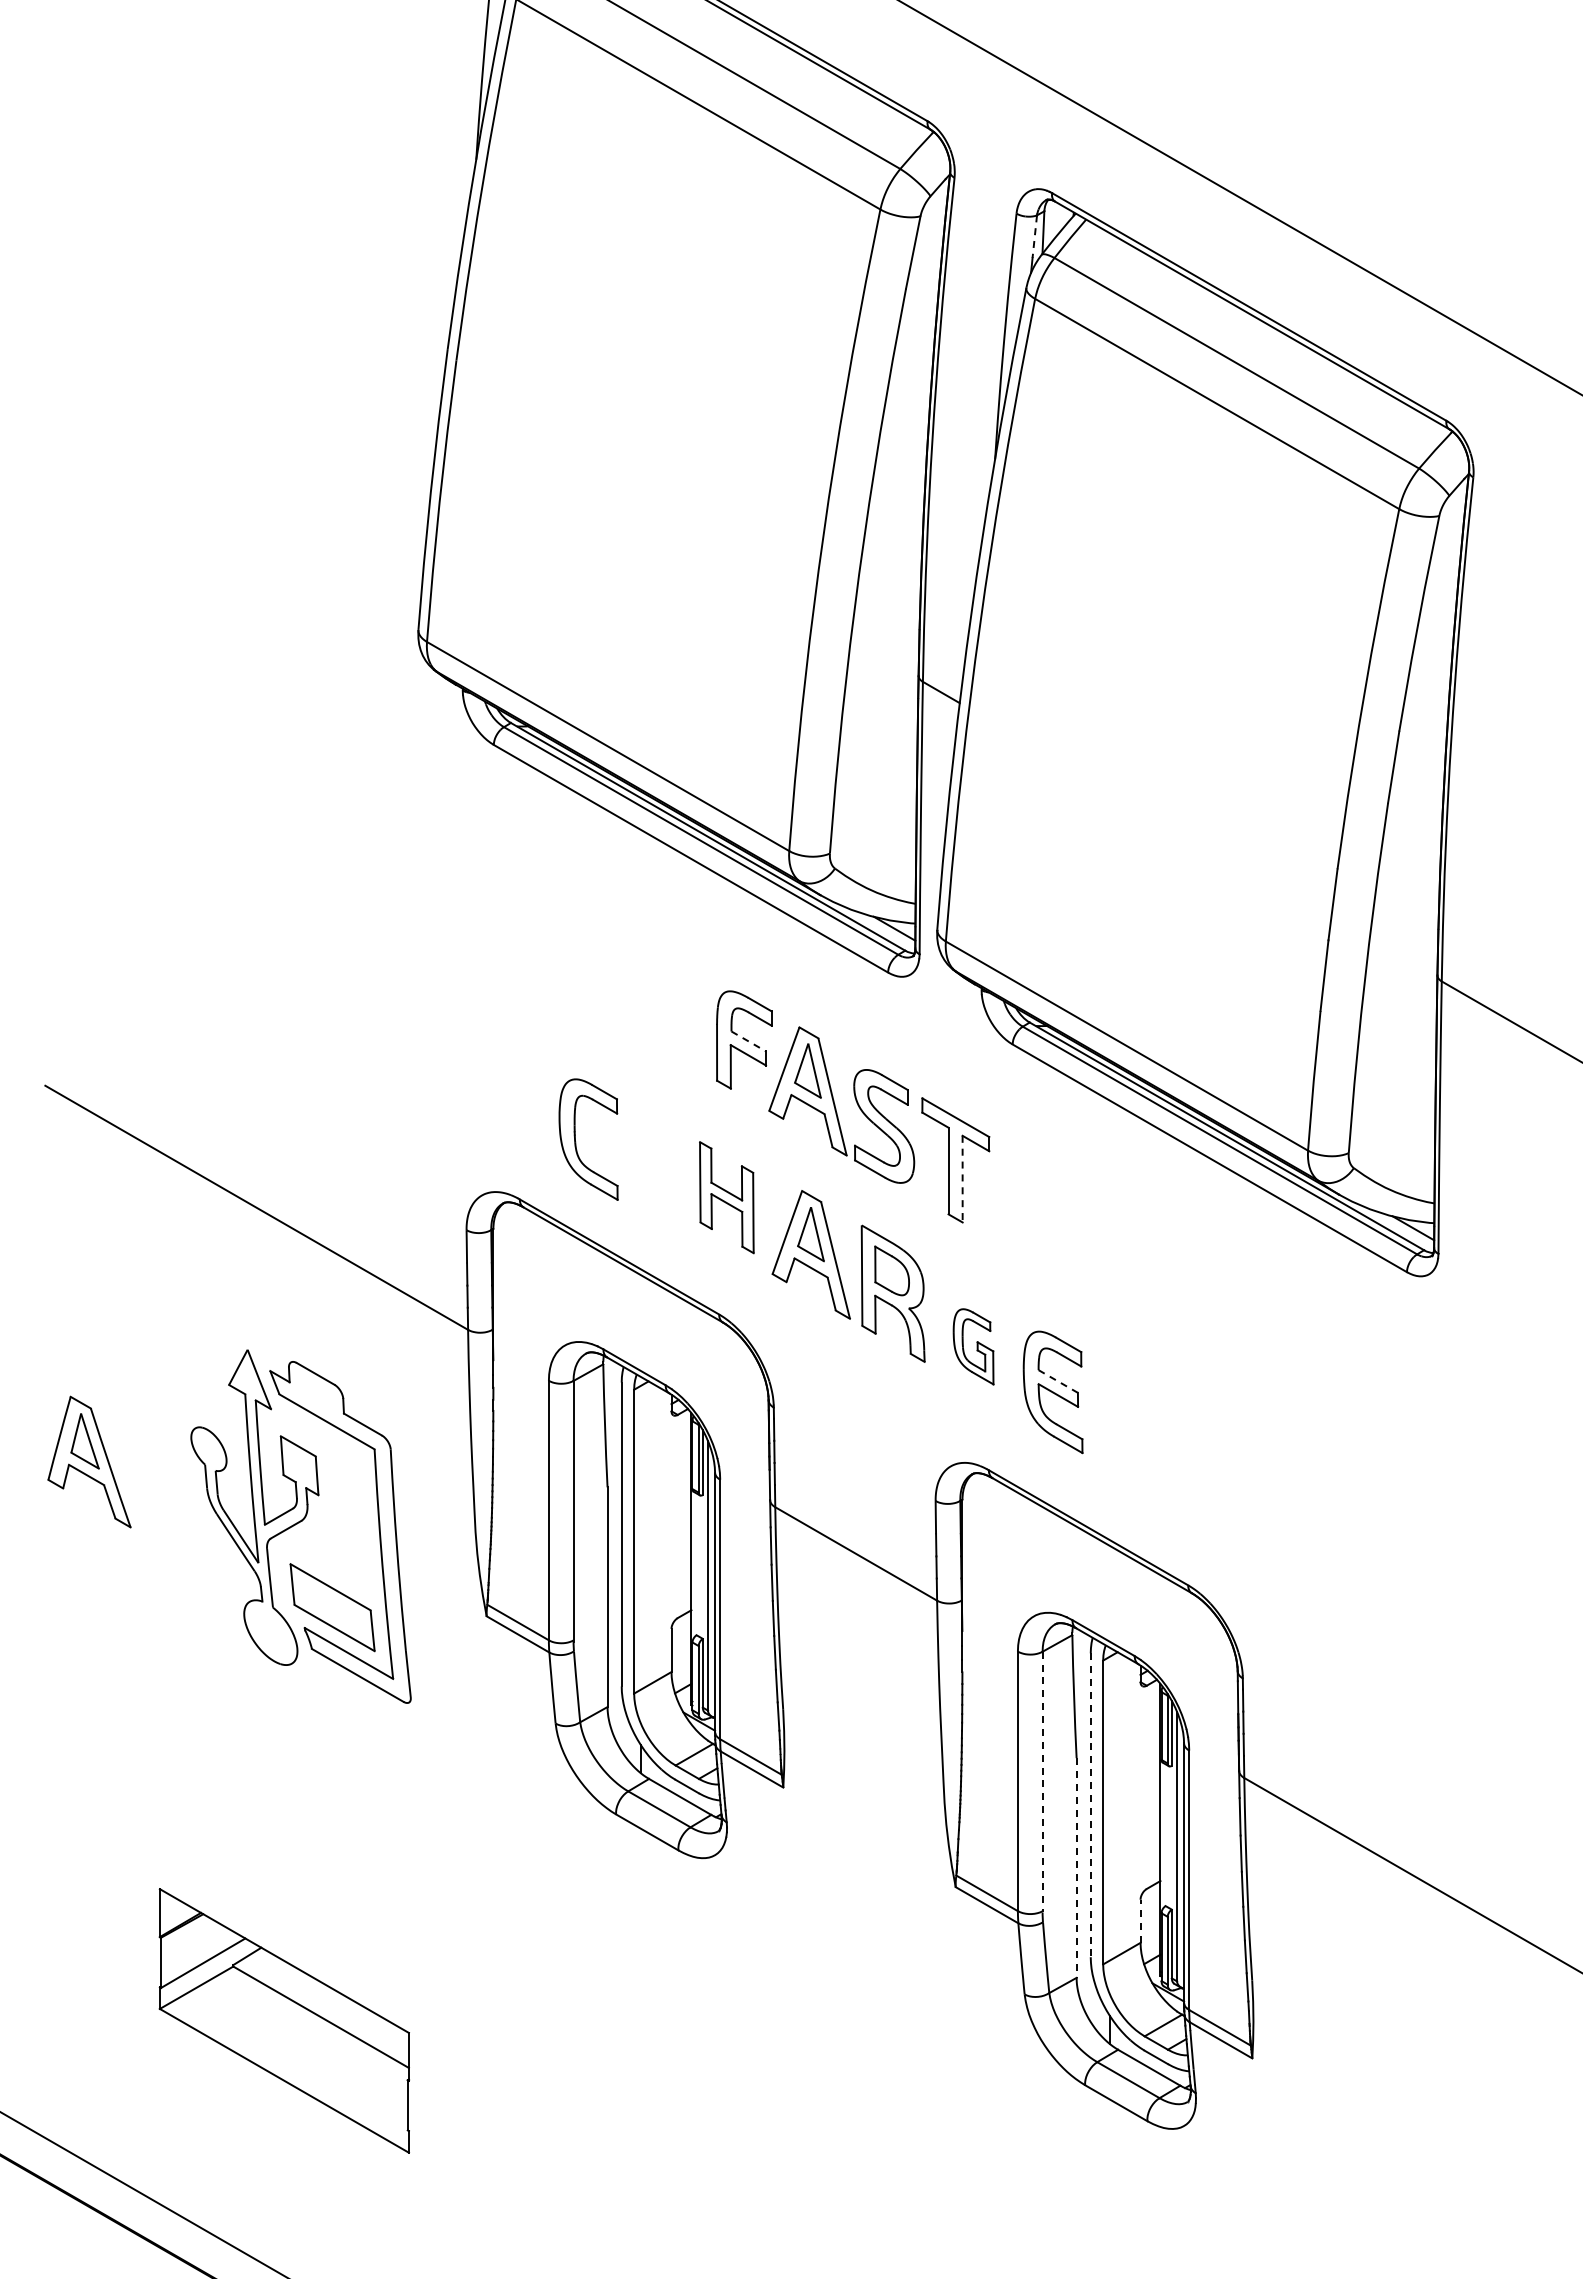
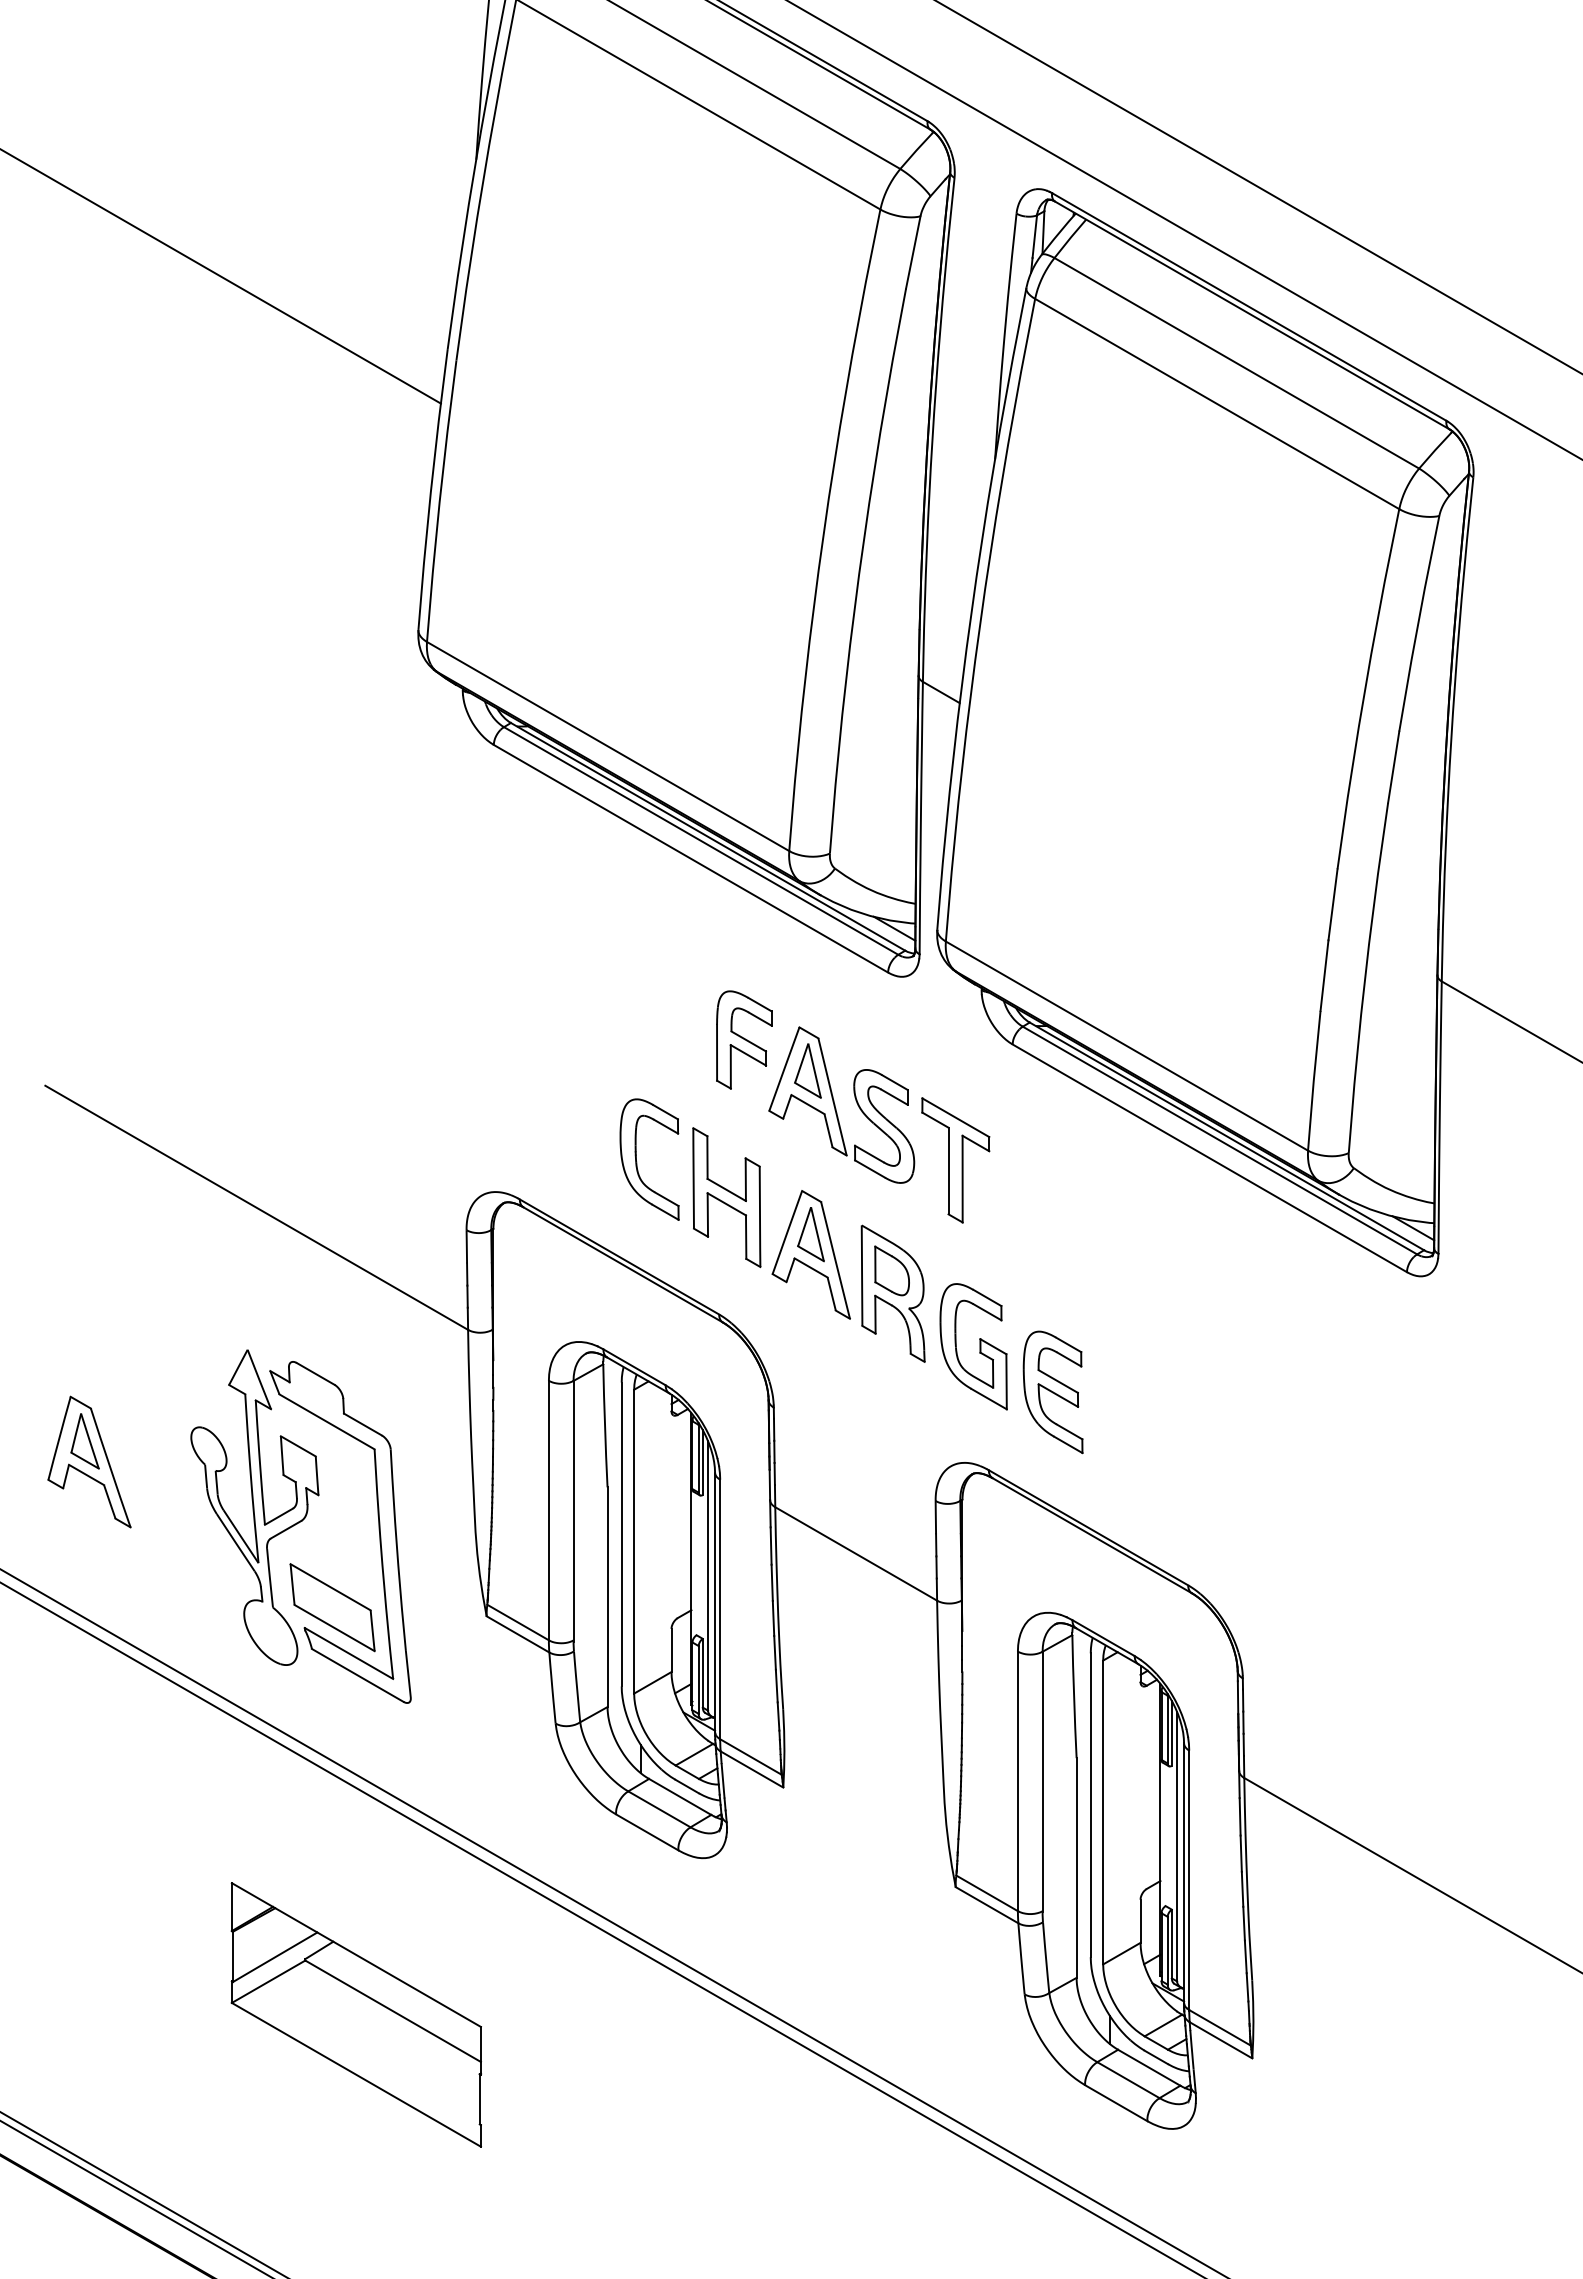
line at (1240, 197) position: (1240, 197) -> (1258, 187)
line at (1184, 230): none -> present
line at (1034, 237): dashed -> solid
line at (221, 276): none -> present
line at (748, 1041): dashed -> solid
part at (576, 1142) position: (576, 1142) -> (637, 1162)
line at (962, 1179): dashed -> solid
part at (726, 1197) size: 56x114 px -> 70x142 px
part at (973, 1346) size: 43x78 px -> 69x128 px
line at (1058, 1381): dashed -> solid
line at (1042, 1782): dashed -> solid
line at (1090, 1805): dashed -> solid
line at (1076, 1868): dashed -> solid
line at (1140, 1921): dashed -> solid
line at (612, 1922): none -> present
line at (601, 1929): none -> present
part at (283, 2020) position: (283, 2020) -> (355, 2014)
line at (135, 2198): none -> present
